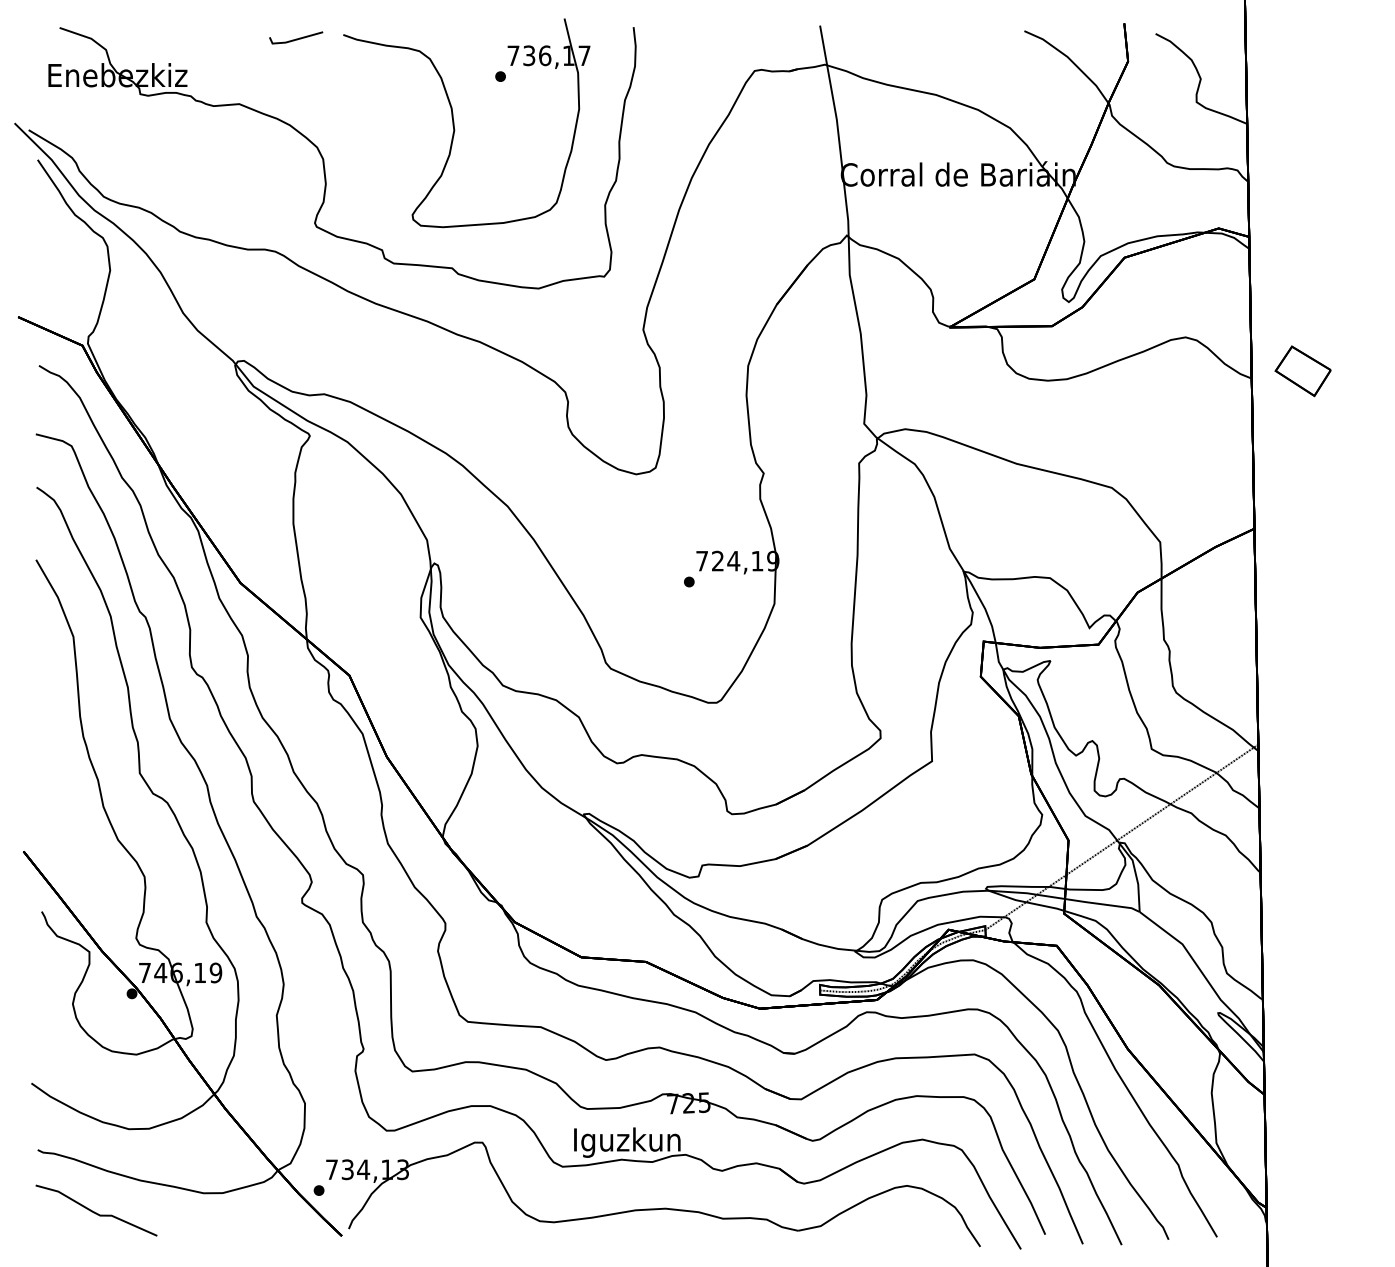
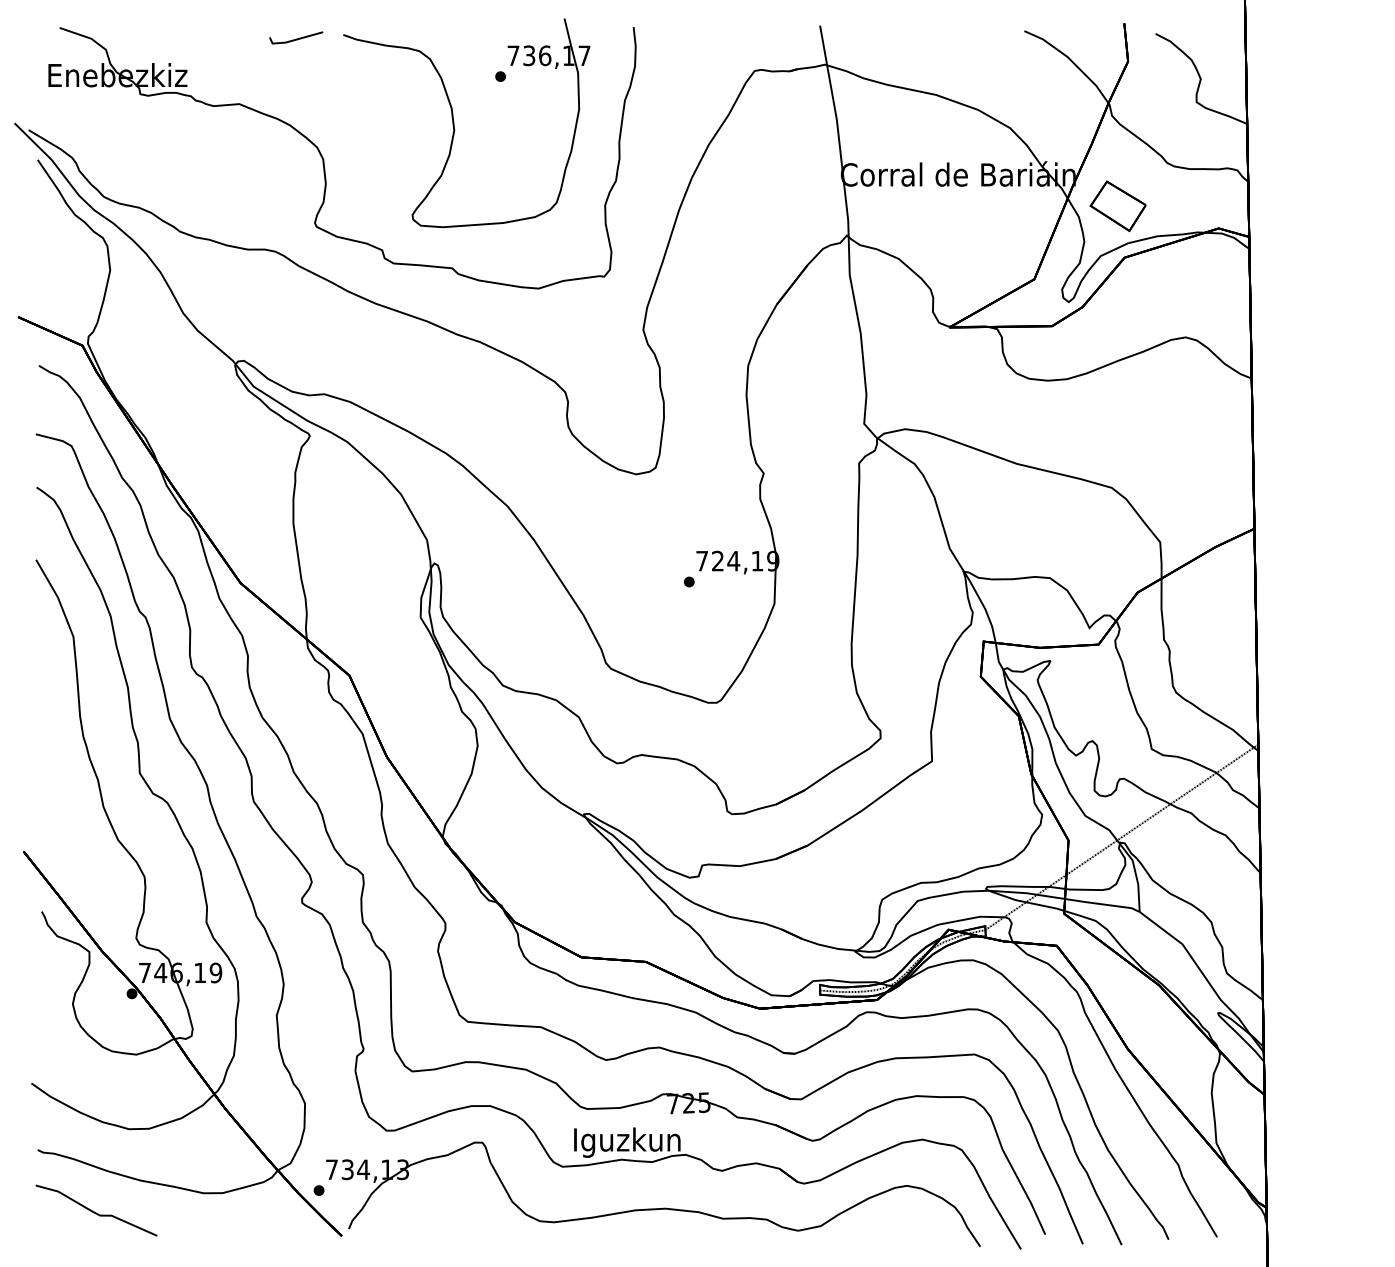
part at (1302, 371) position: (1302, 371) -> (1117, 206)
